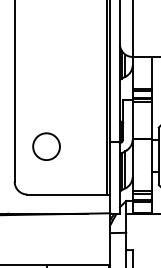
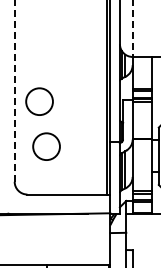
line at (132, 28): solid -> dashed
line at (14, 90): solid -> dashed
circle at (39, 101): none -> present
